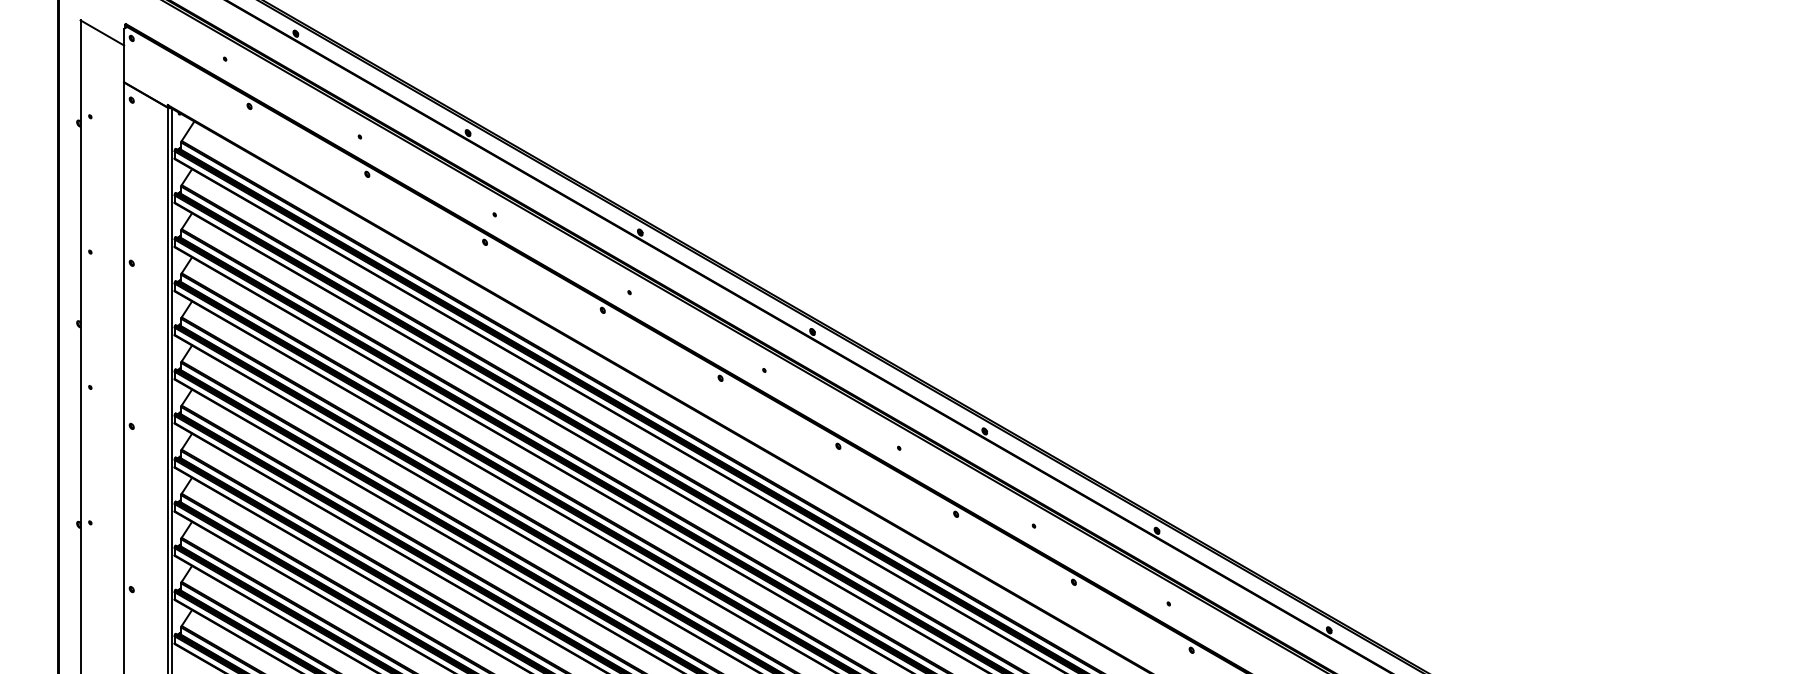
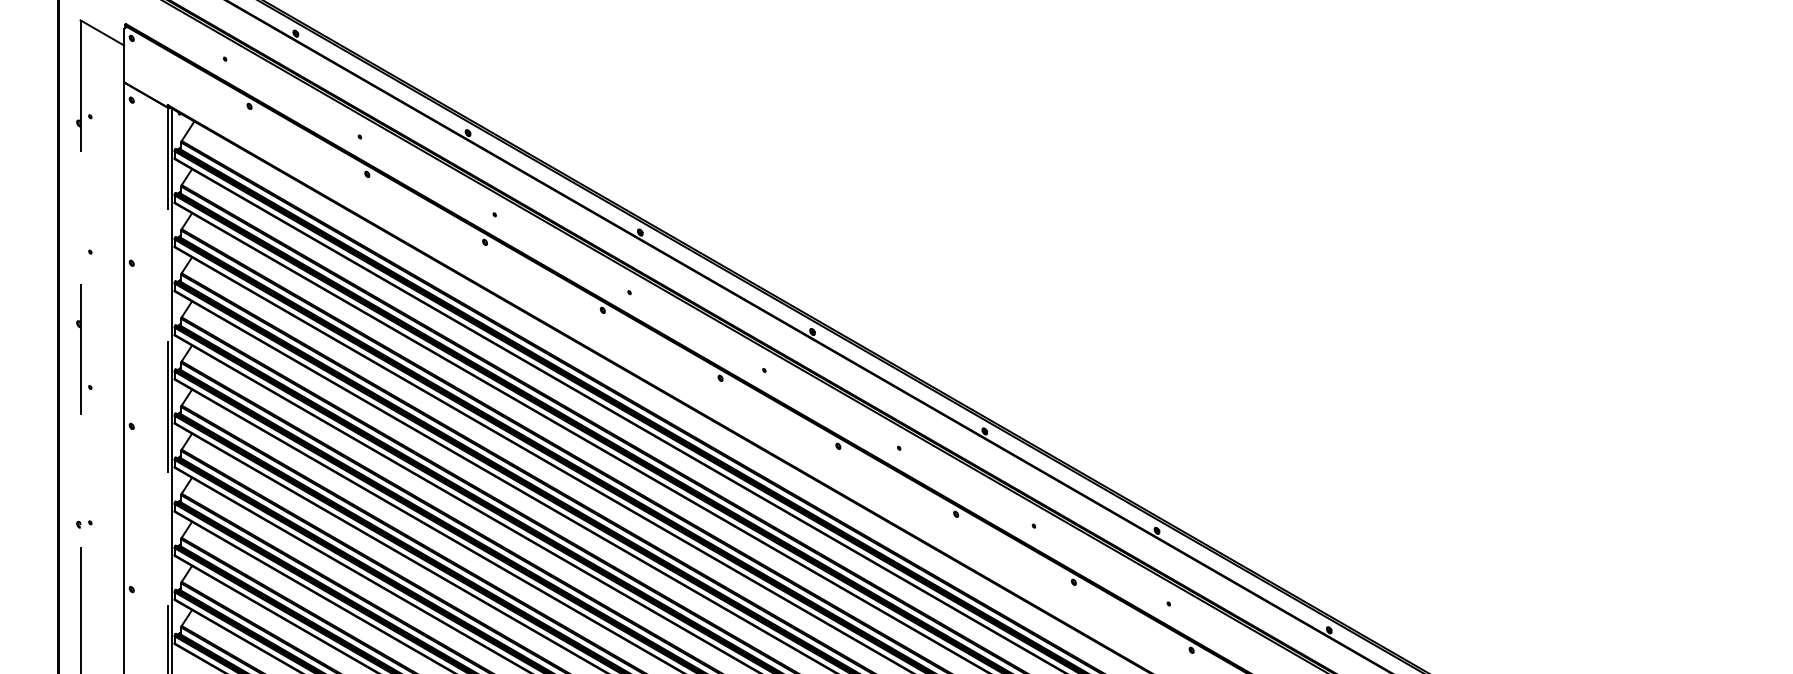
line at (80, 347): solid -> dashed
line at (167, 390): solid -> dashed
